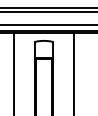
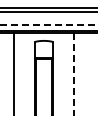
line at (49, 25): solid -> dashed
line at (74, 73): solid -> dashed
